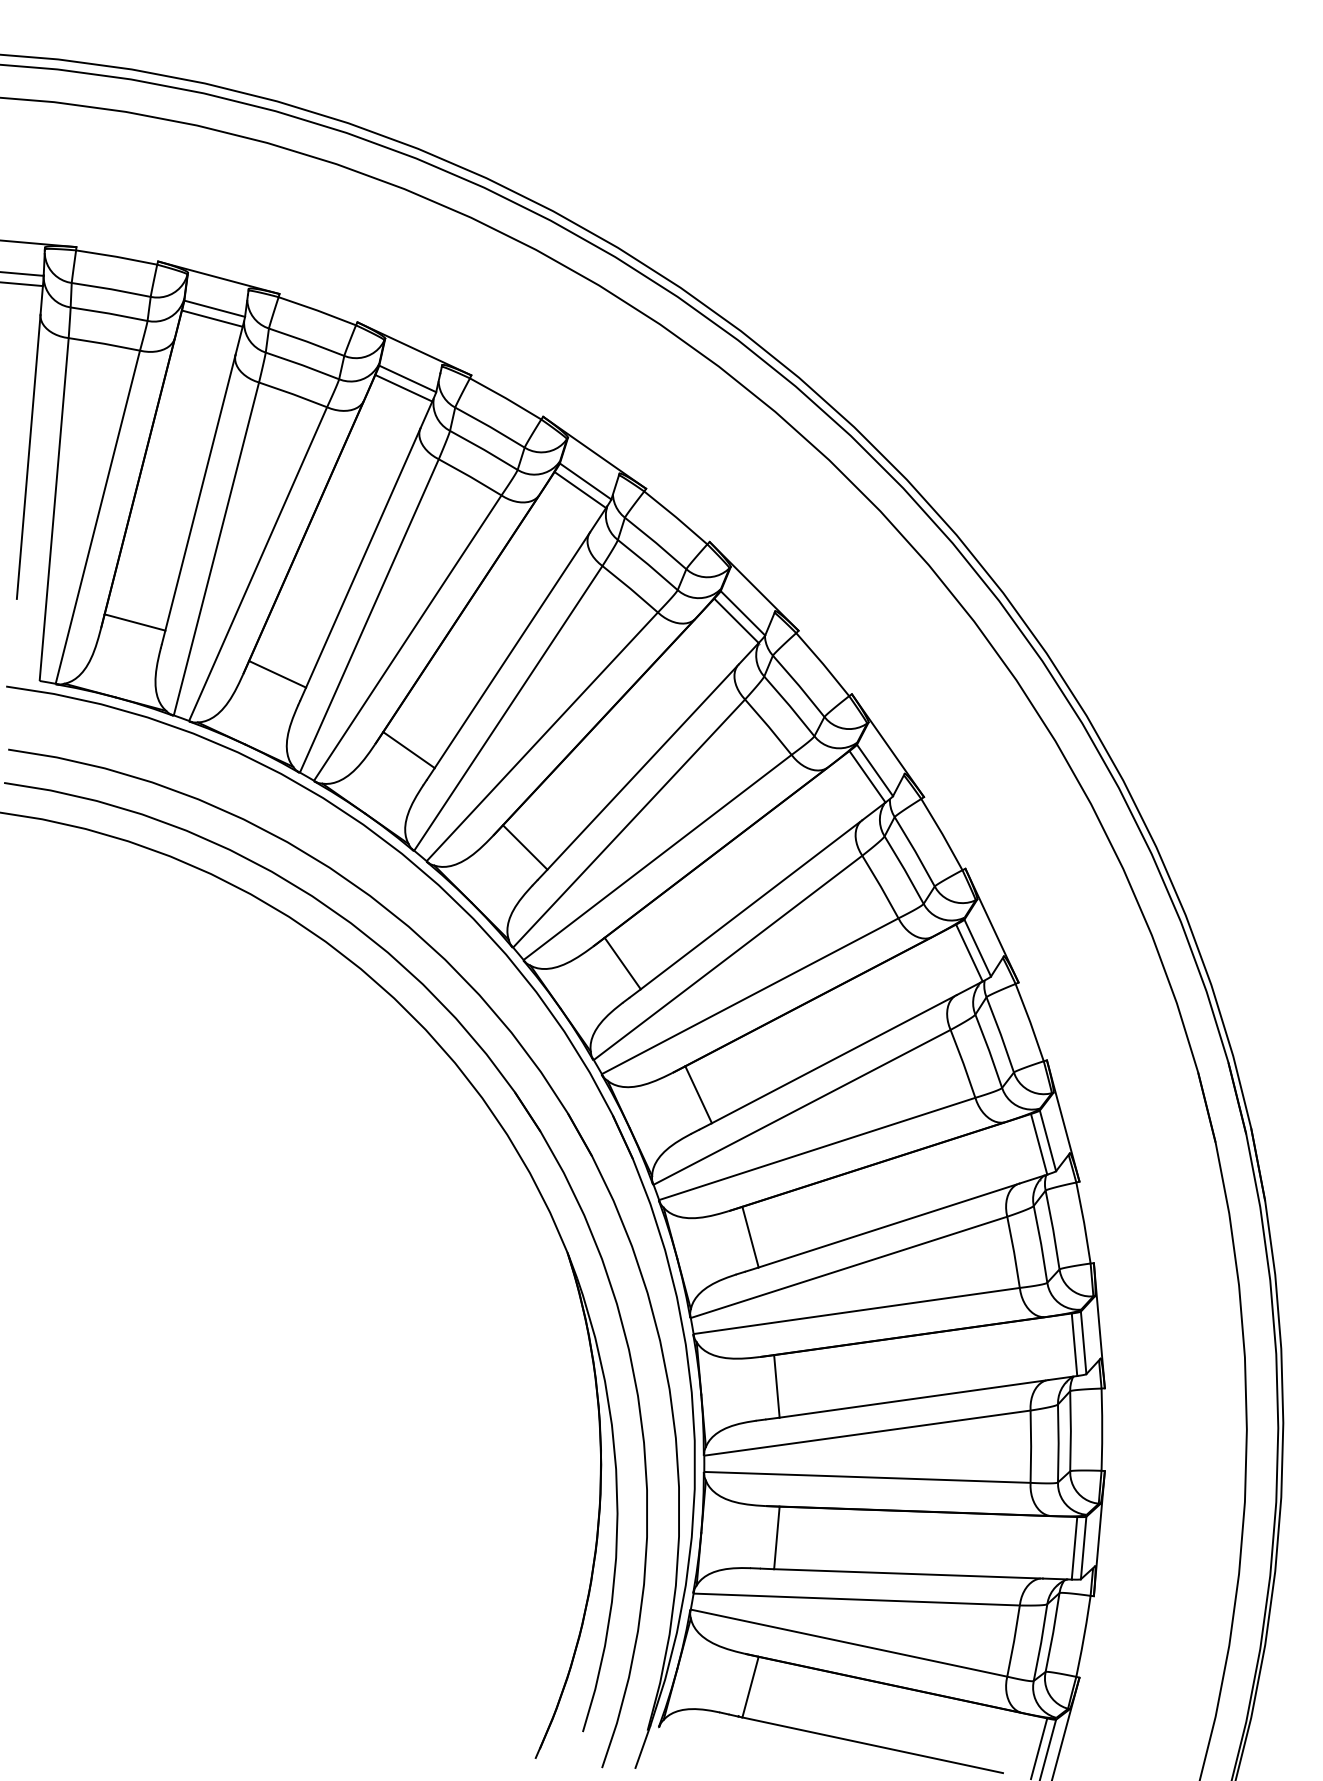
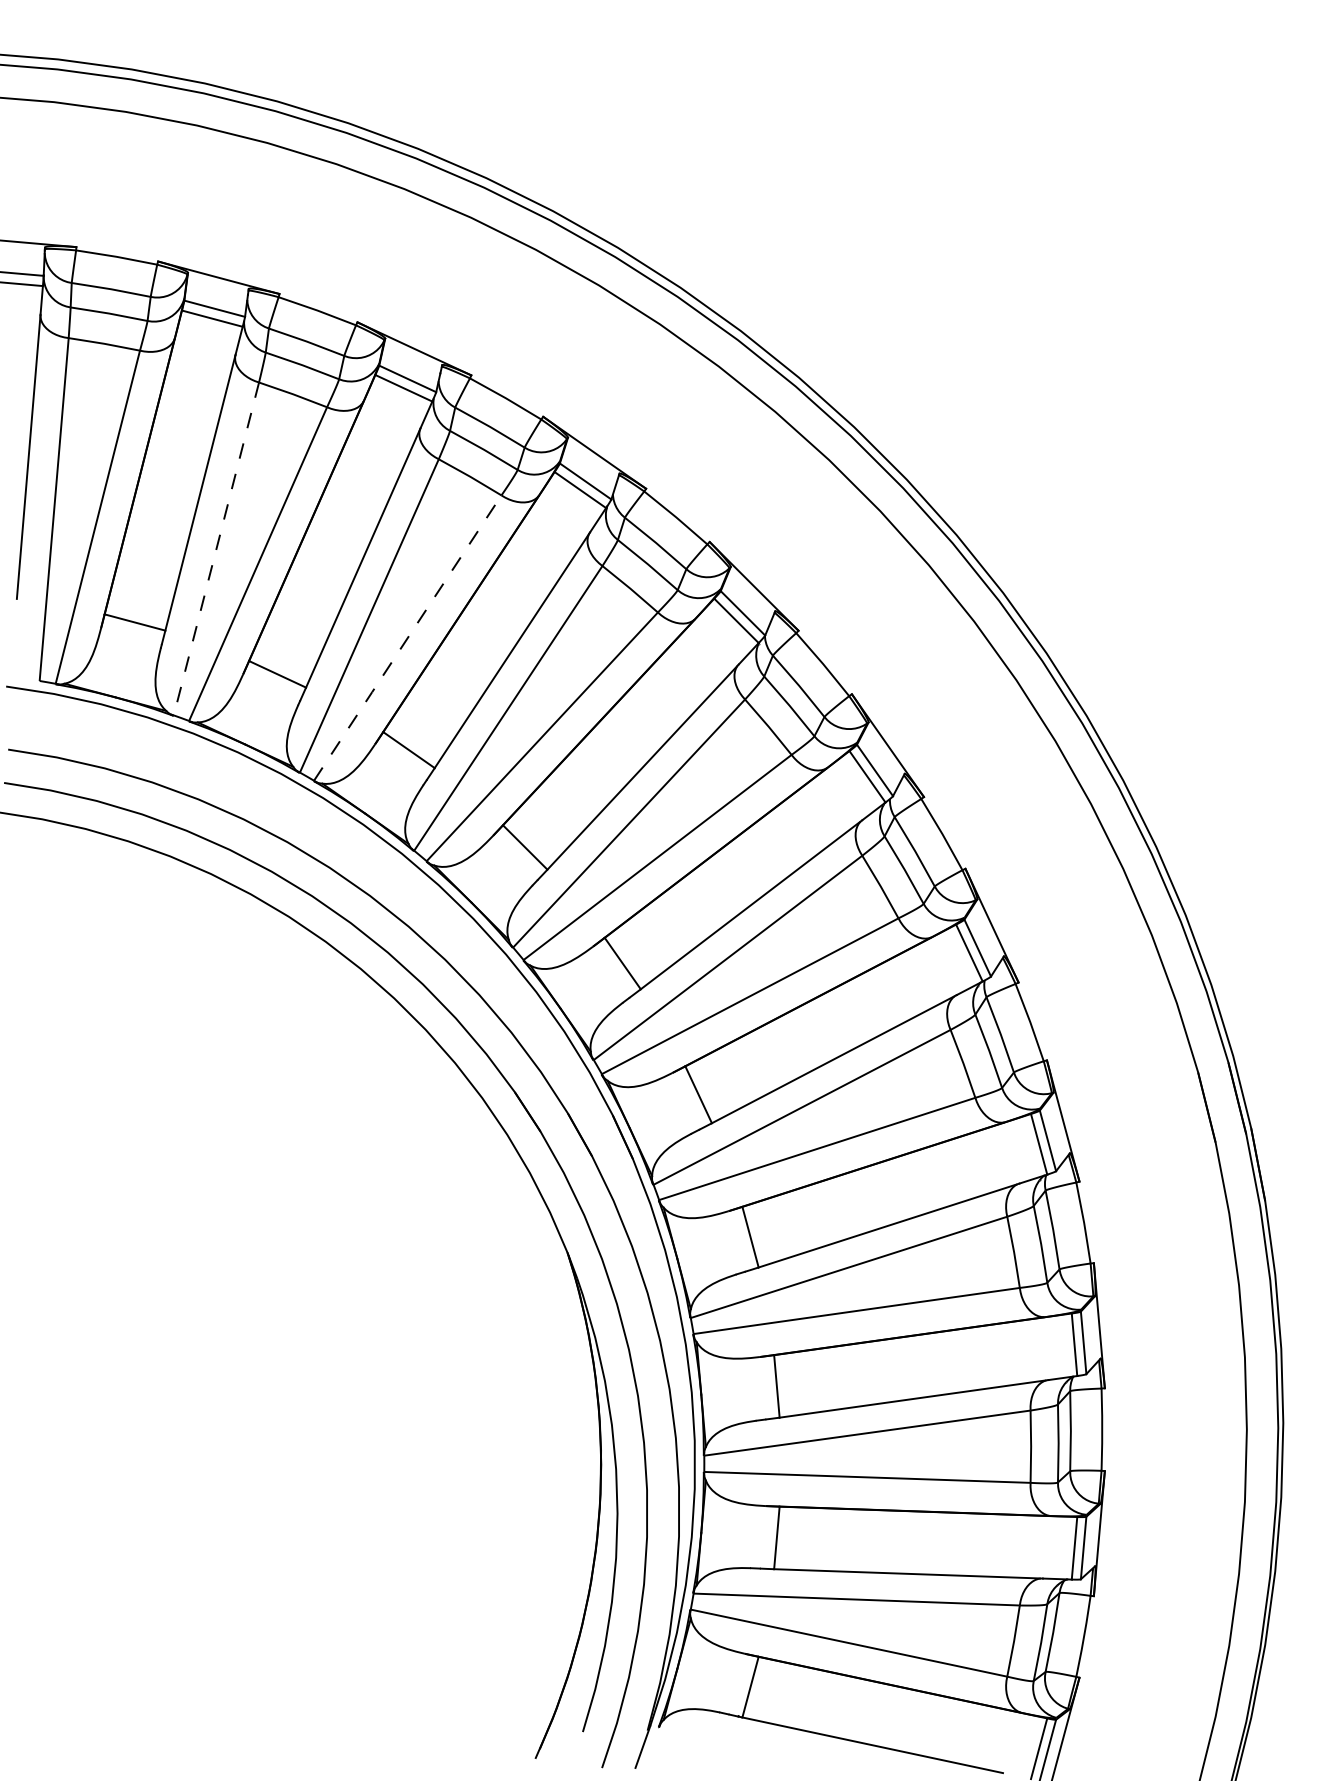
line at (216, 549): solid -> dashed
line at (408, 637): solid -> dashed
